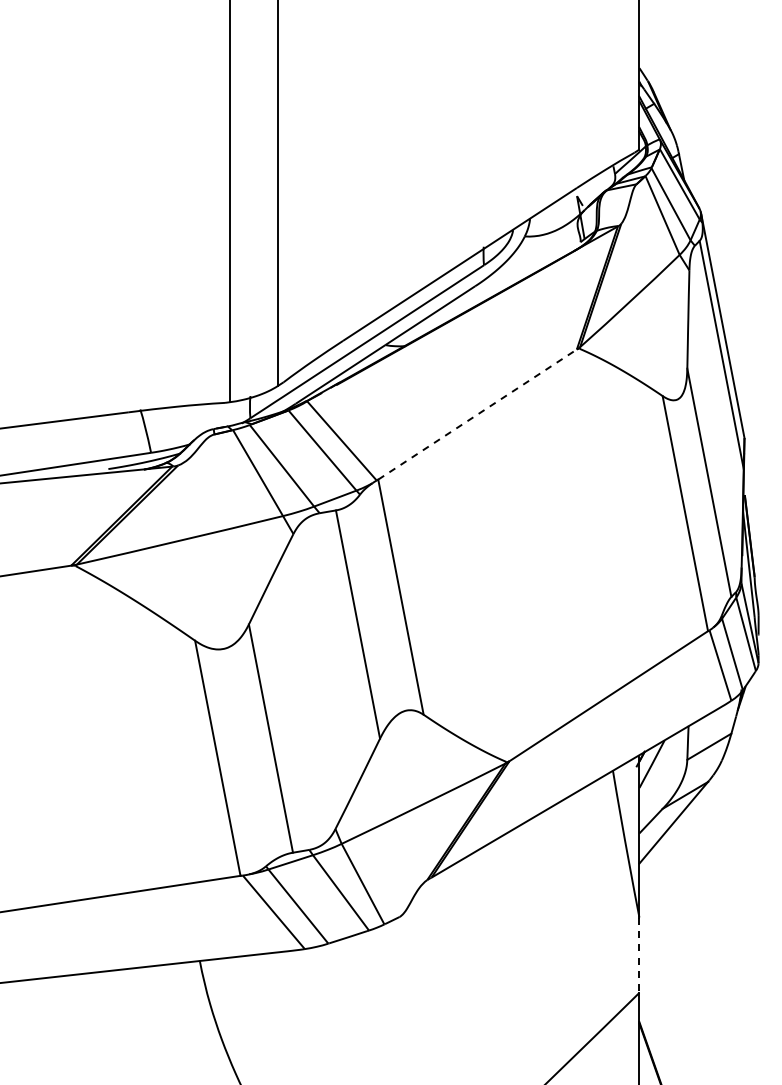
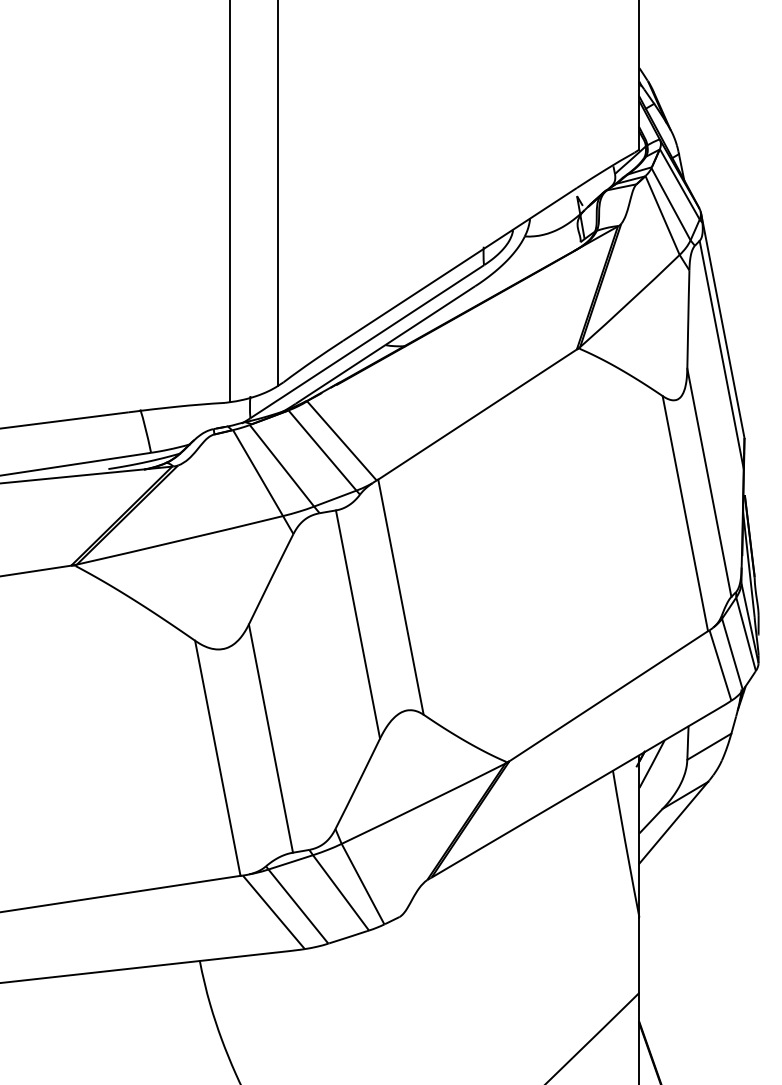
line at (477, 414): dashed -> solid
line at (639, 955): dashed -> solid
